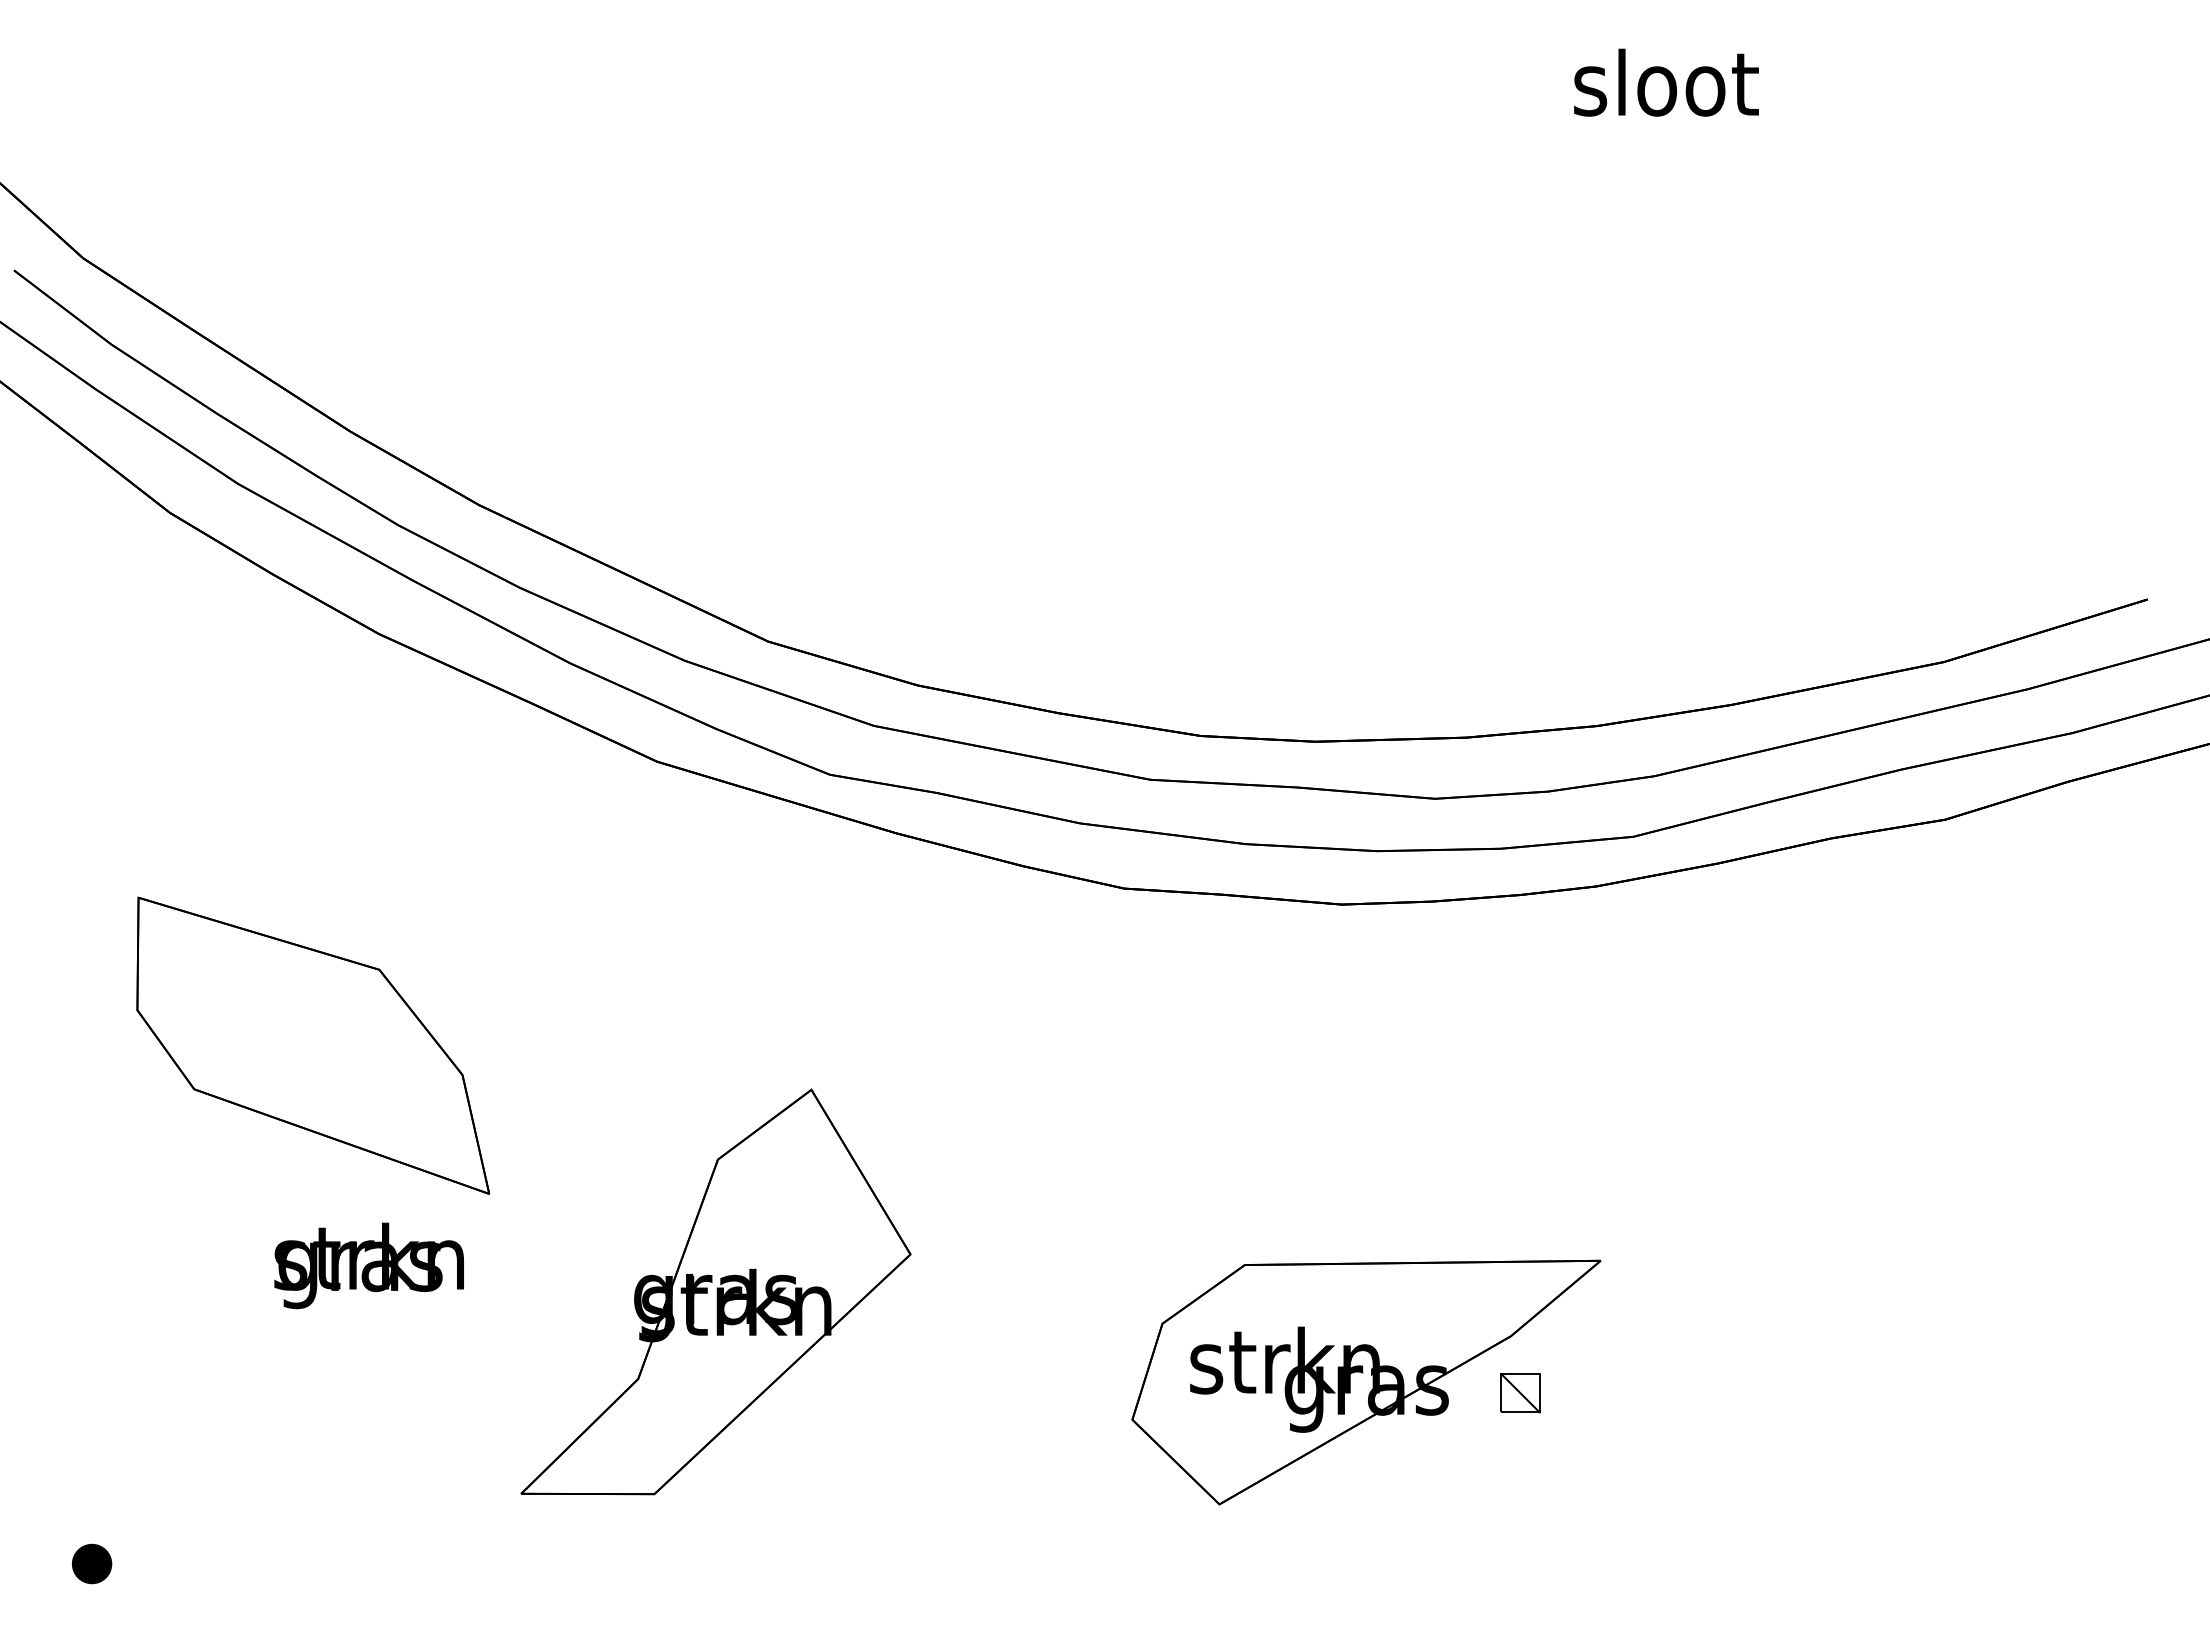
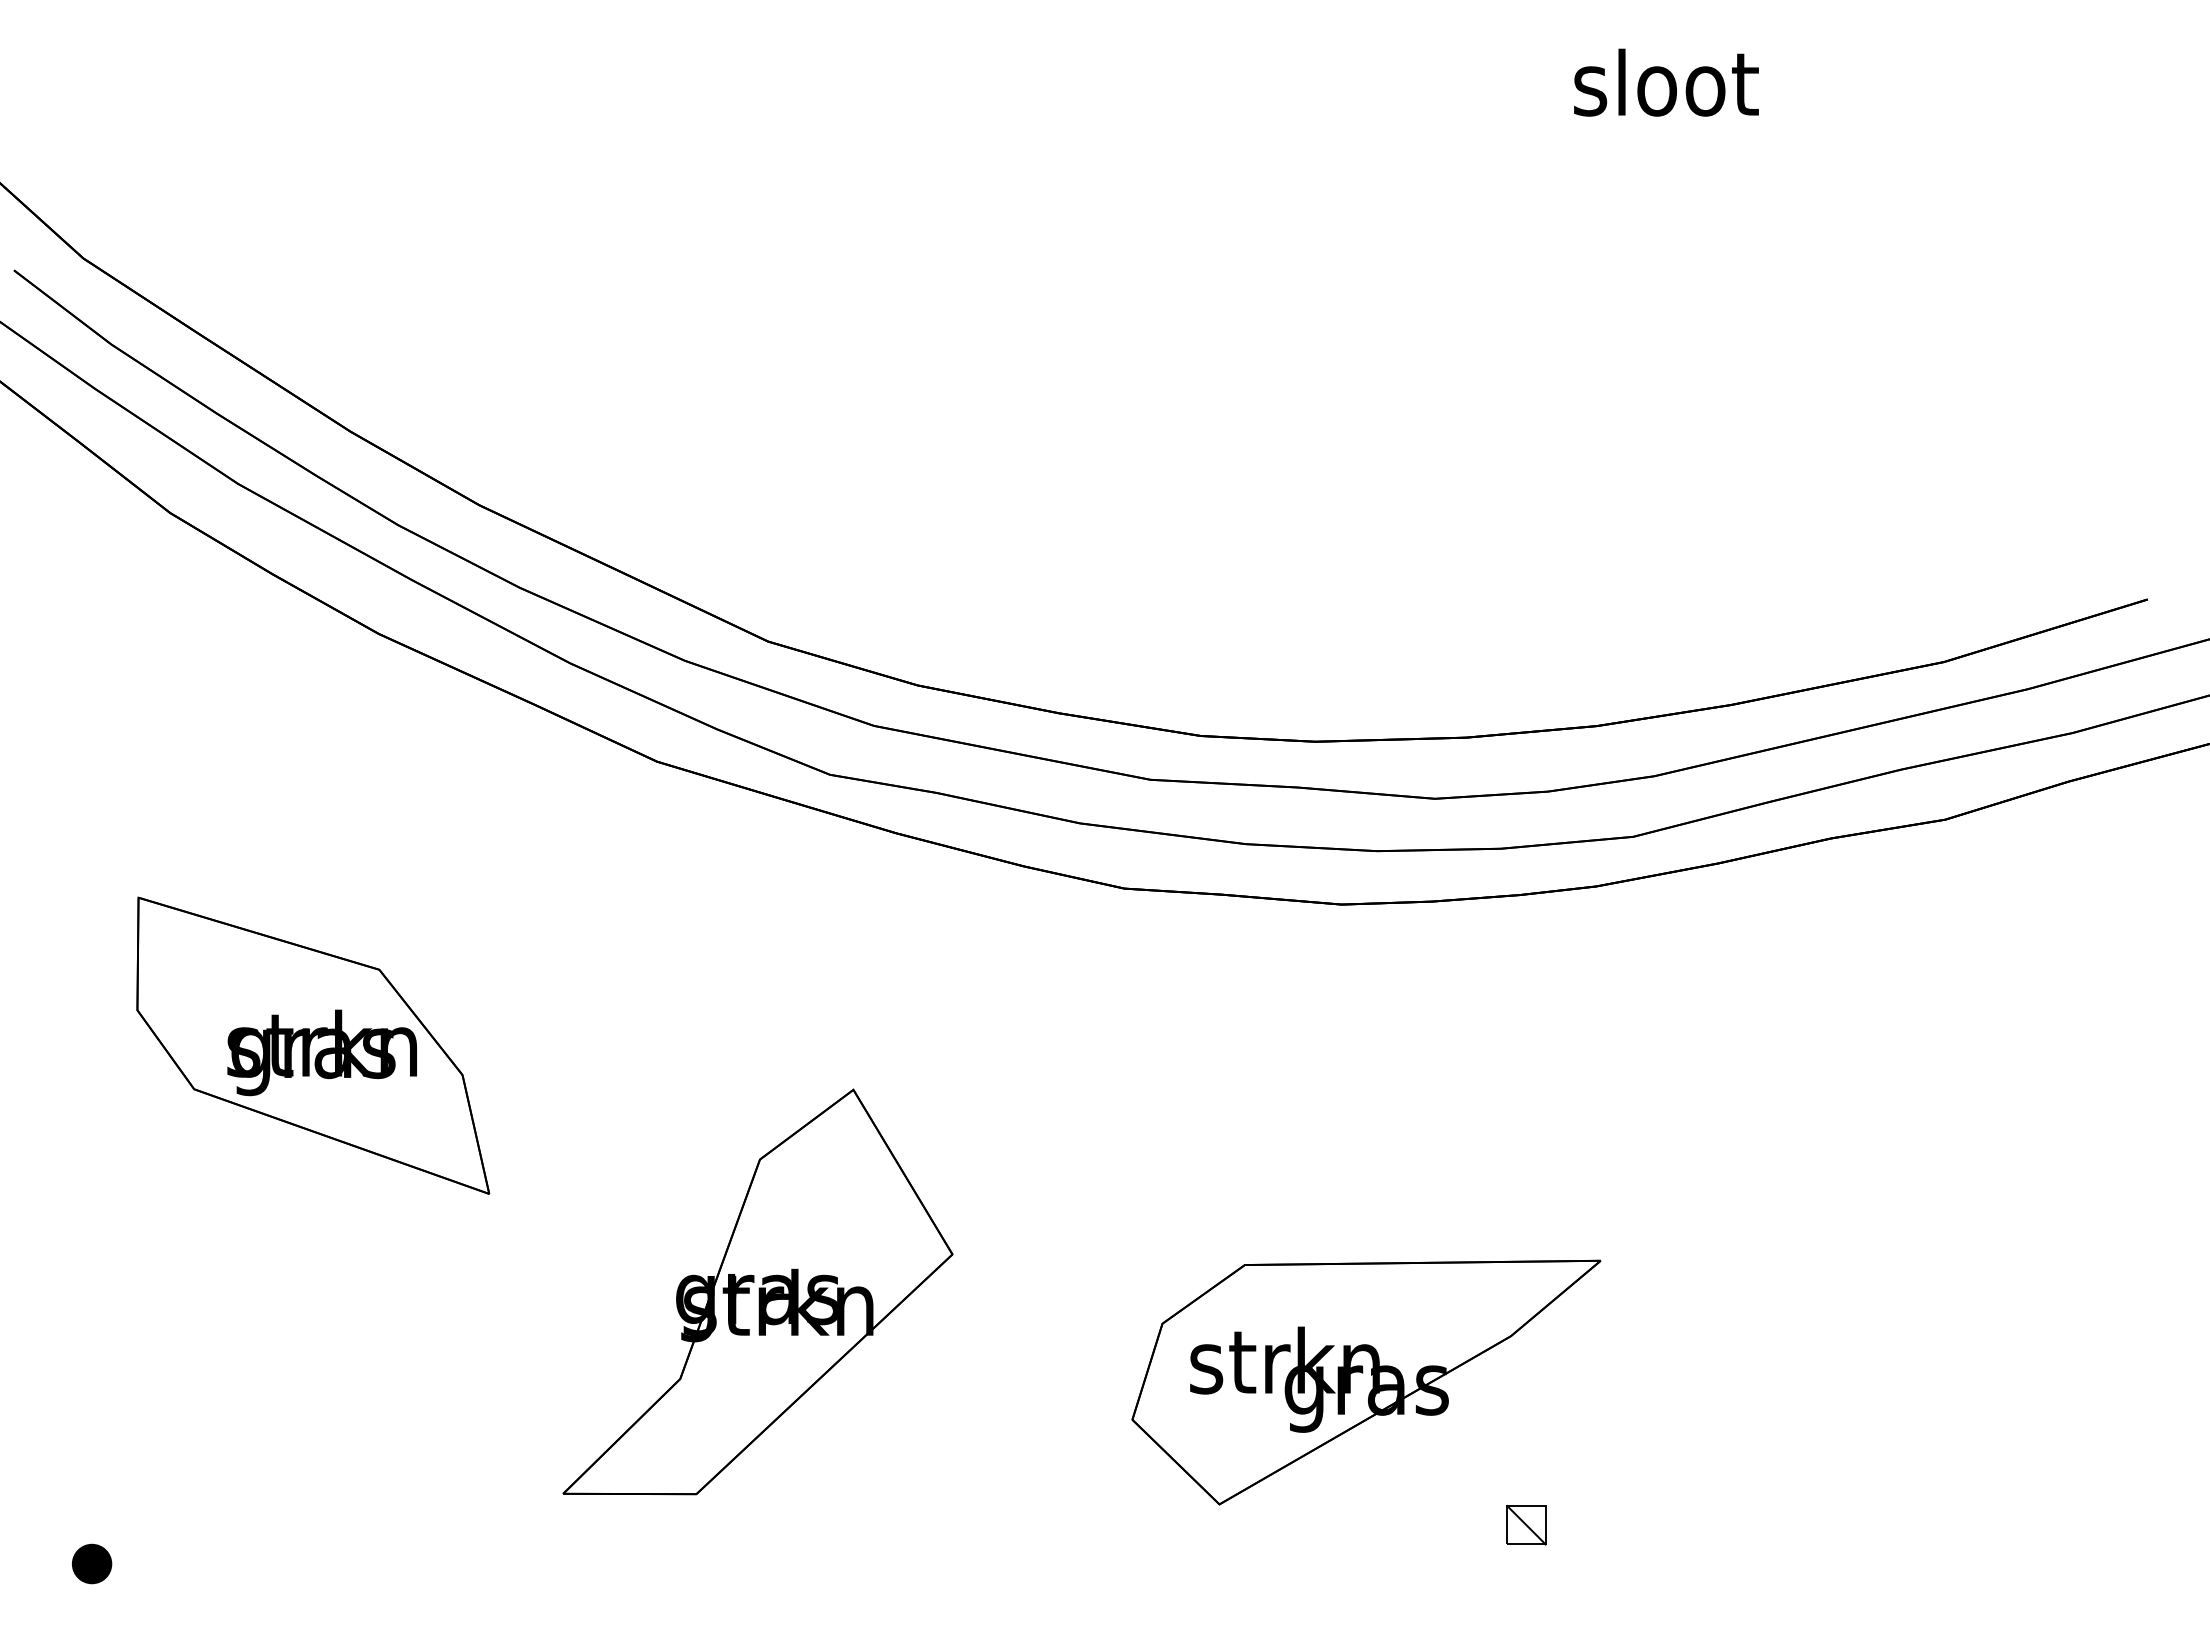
text at (368, 1265) position: (368, 1265) -> (321, 1052)
part at (715, 1291) position: (715, 1291) -> (757, 1291)
part at (1520, 1393) position: (1520, 1393) -> (1526, 1525)
